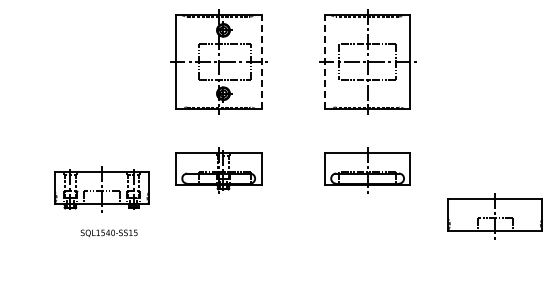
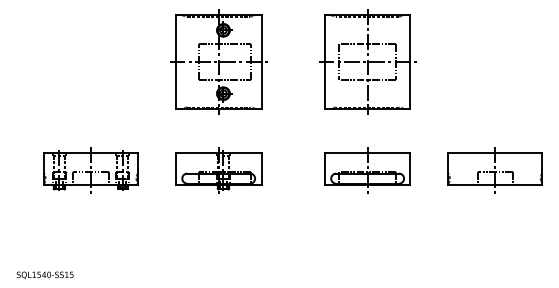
line at (261, 62): dashed -> solid
line at (324, 62): dashed -> solid
part at (101, 189) position: (101, 189) -> (90, 170)
part at (494, 216) position: (494, 216) -> (494, 170)
text at (108, 232) position: (108, 232) -> (44, 274)
